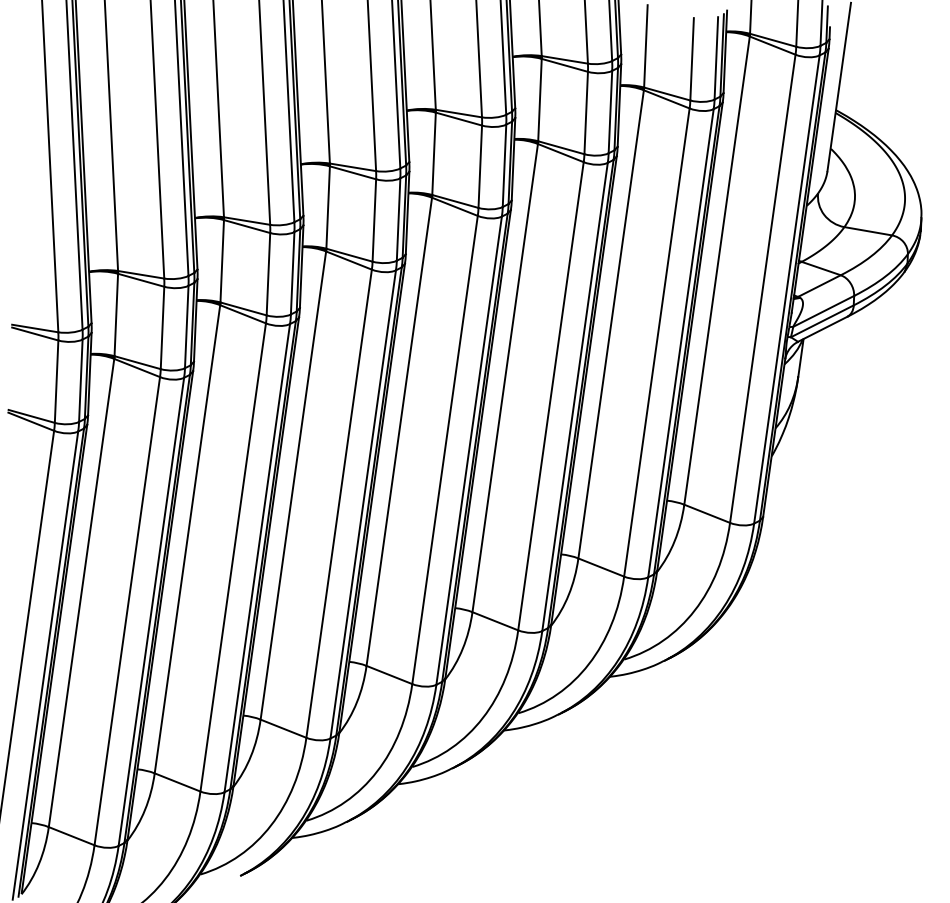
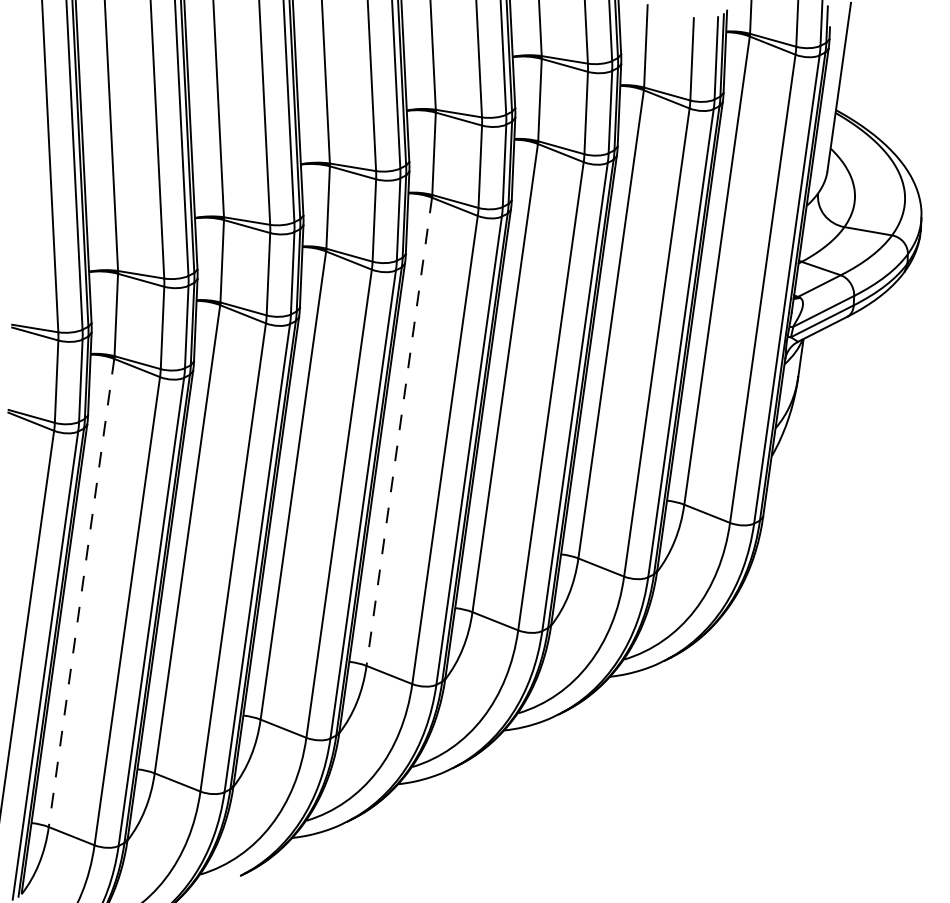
line at (399, 432): solid -> dashed
line at (81, 593): solid -> dashed
